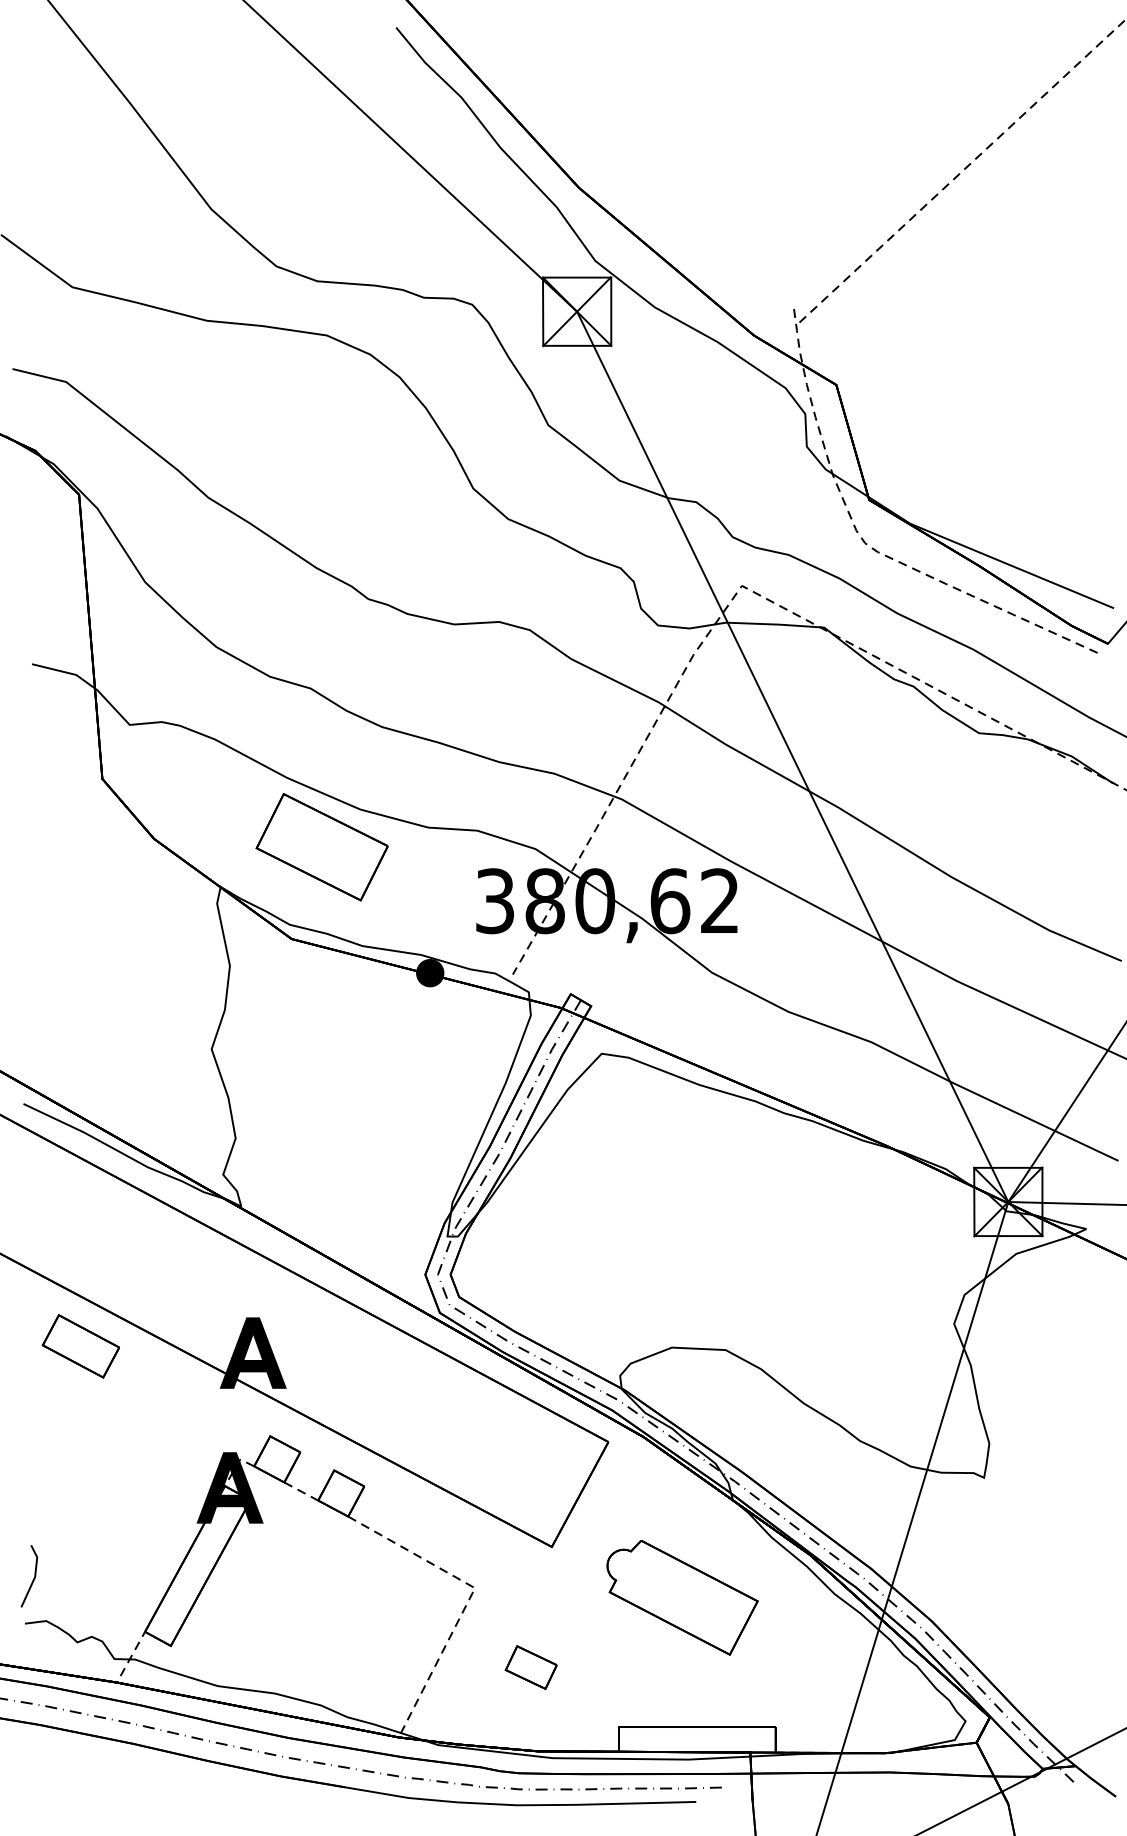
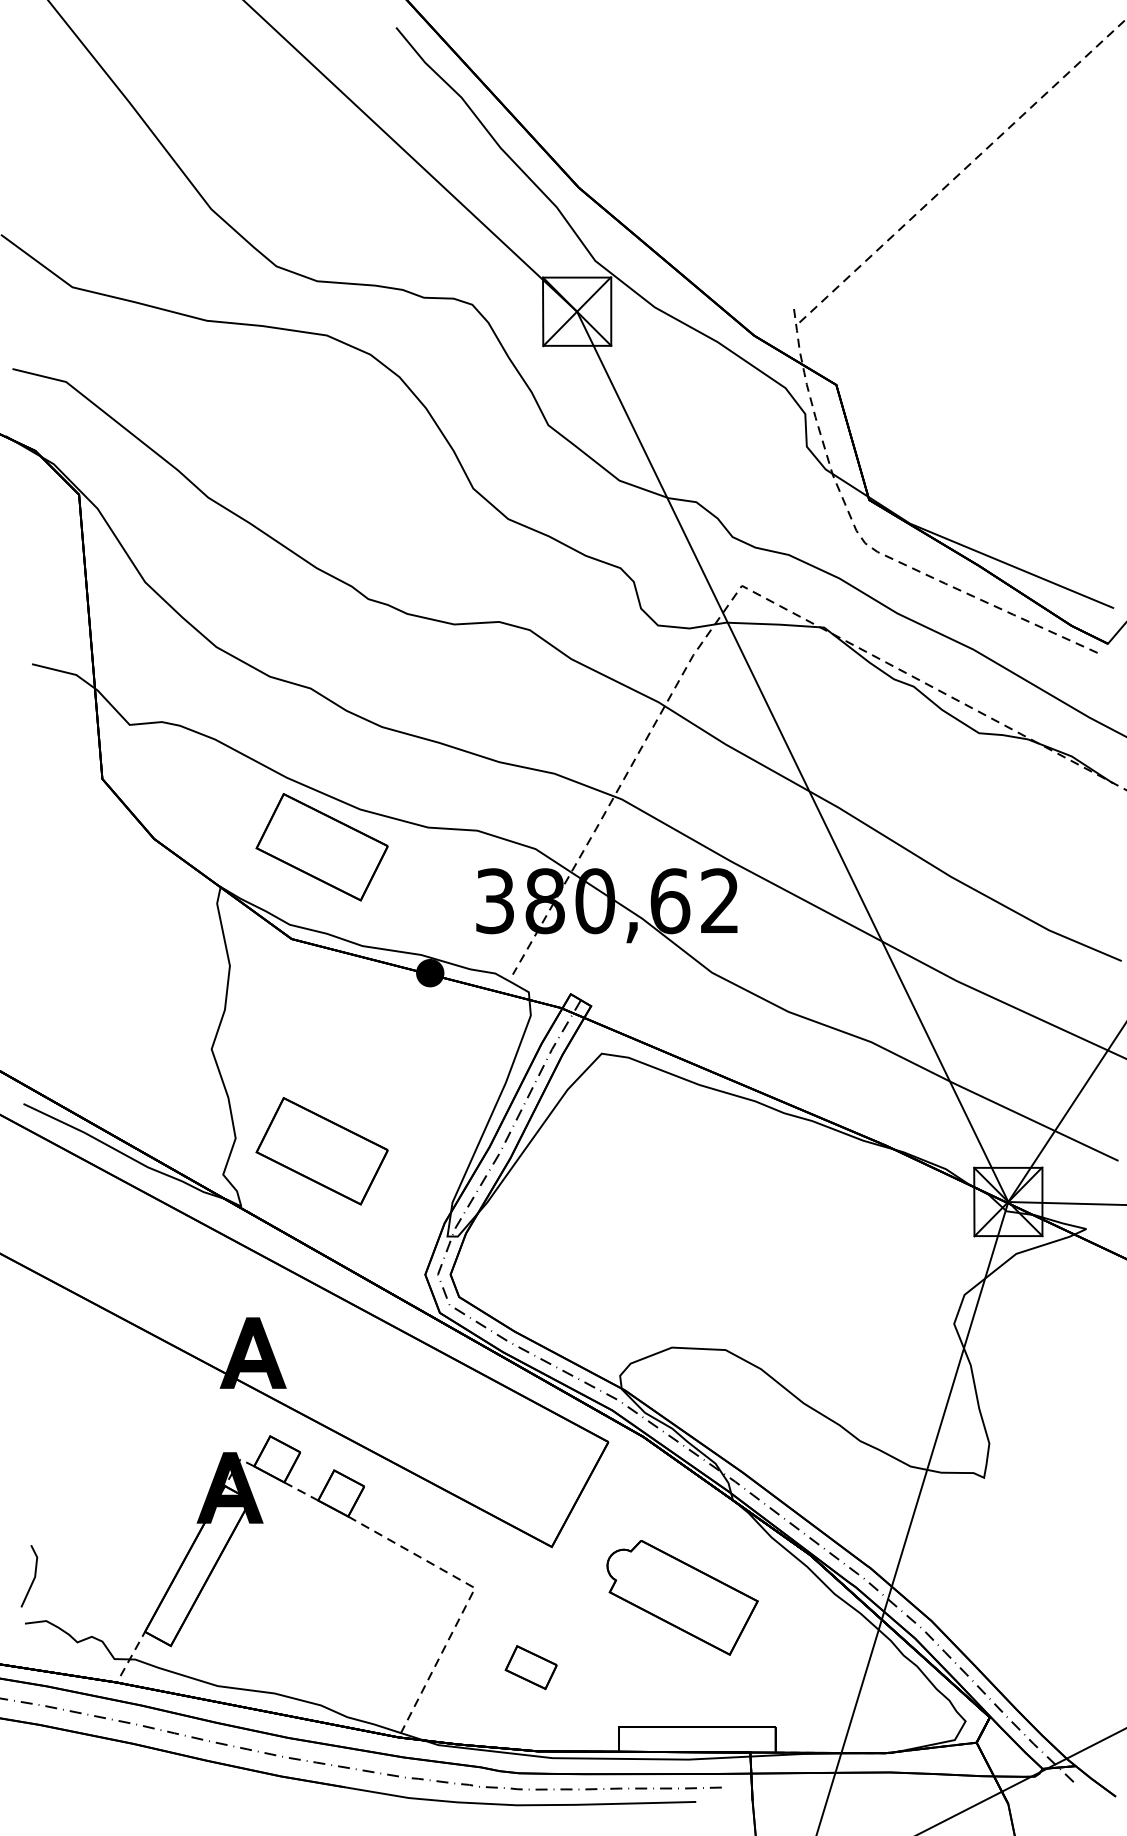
part at (321, 1151): none -> present
part at (80, 1346): present -> none
